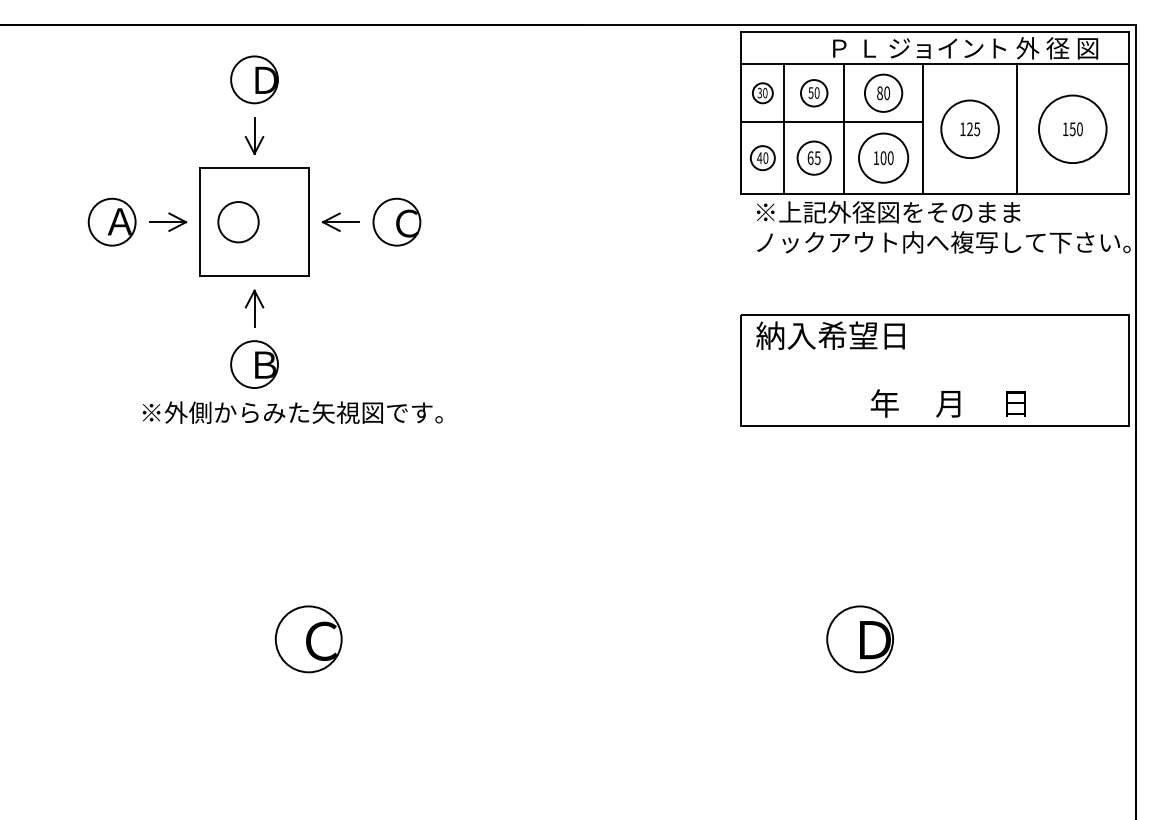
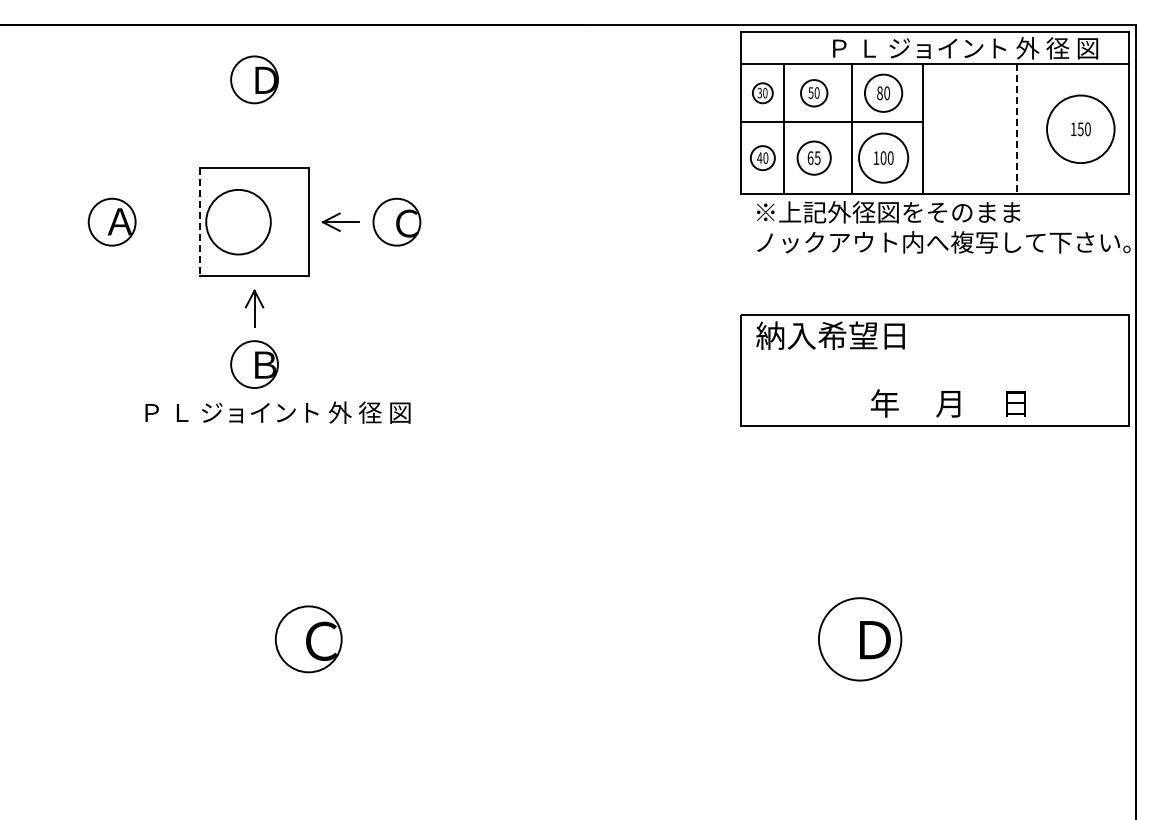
part at (969, 128): present -> none
part at (1072, 128) position: (1072, 128) -> (1080, 128)
line at (843, 129) position: (843, 129) -> (851, 129)
line at (1016, 129): solid -> dashed
part at (254, 135): present -> none
part at (168, 221): present -> none
line at (200, 222): solid -> dashed
circle at (238, 222) diameter: 40 px -> 65 px
text at (292, 412): ※外側からみた矢視図です。 -> Ｐ Ｌ ジョイント 外 径 図
circle at (860, 639) diameter: 66 px -> 82 px
